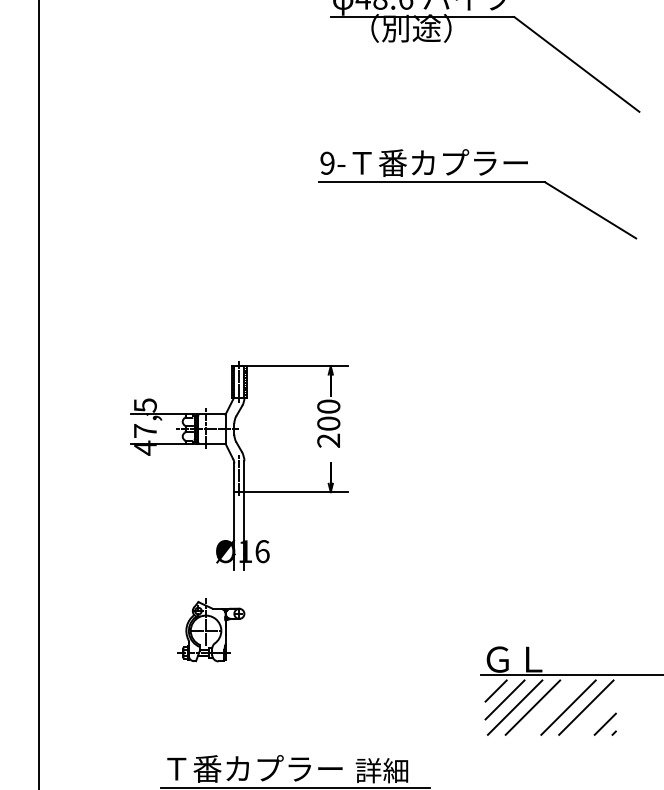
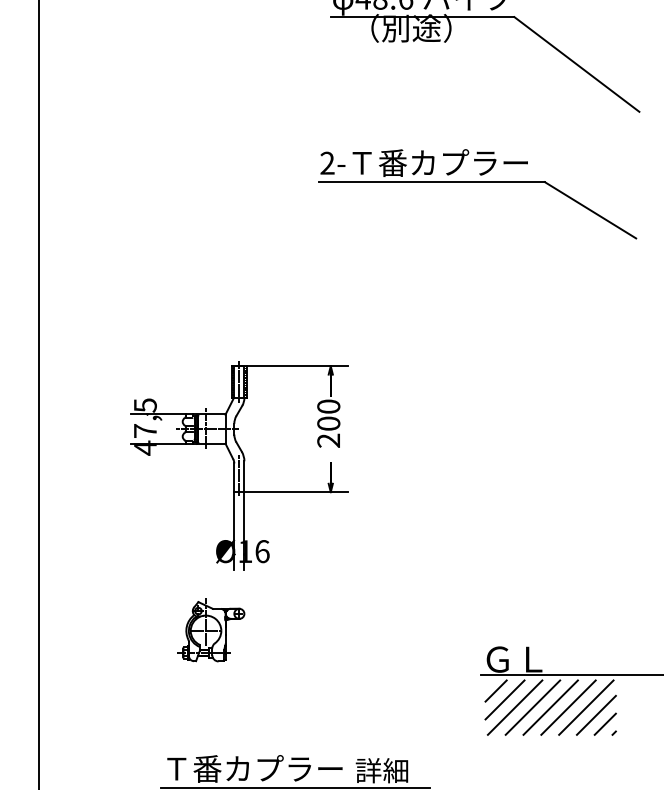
text at (327, 163): 9- -> 2-
line at (550, 707): none -> present
line at (595, 714): none -> present
